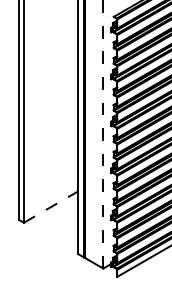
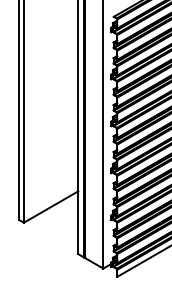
line at (103, 134): dashed -> solid
line at (51, 206): dashed -> solid
